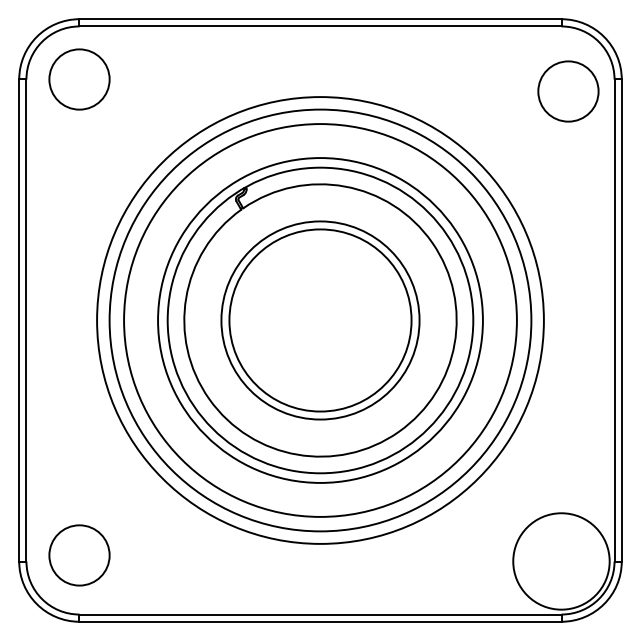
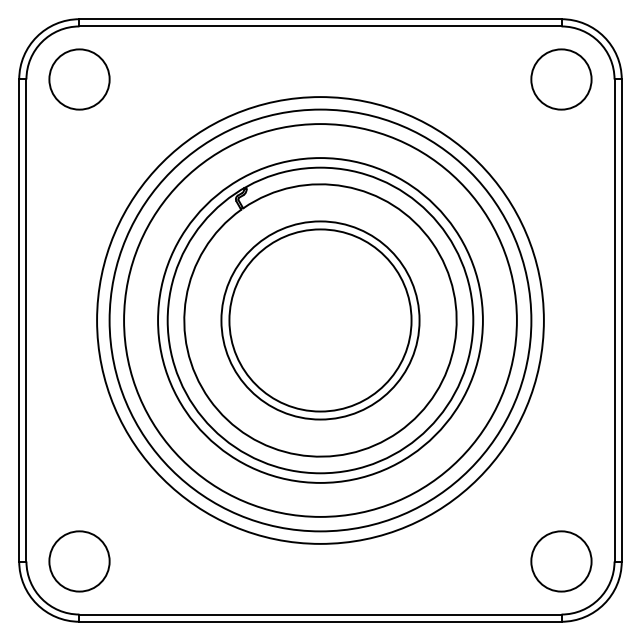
circle at (568, 91) position: (568, 91) -> (561, 79)
circle at (79, 555) position: (79, 555) -> (79, 561)
circle at (561, 561) diameter: 96 px -> 60 px
